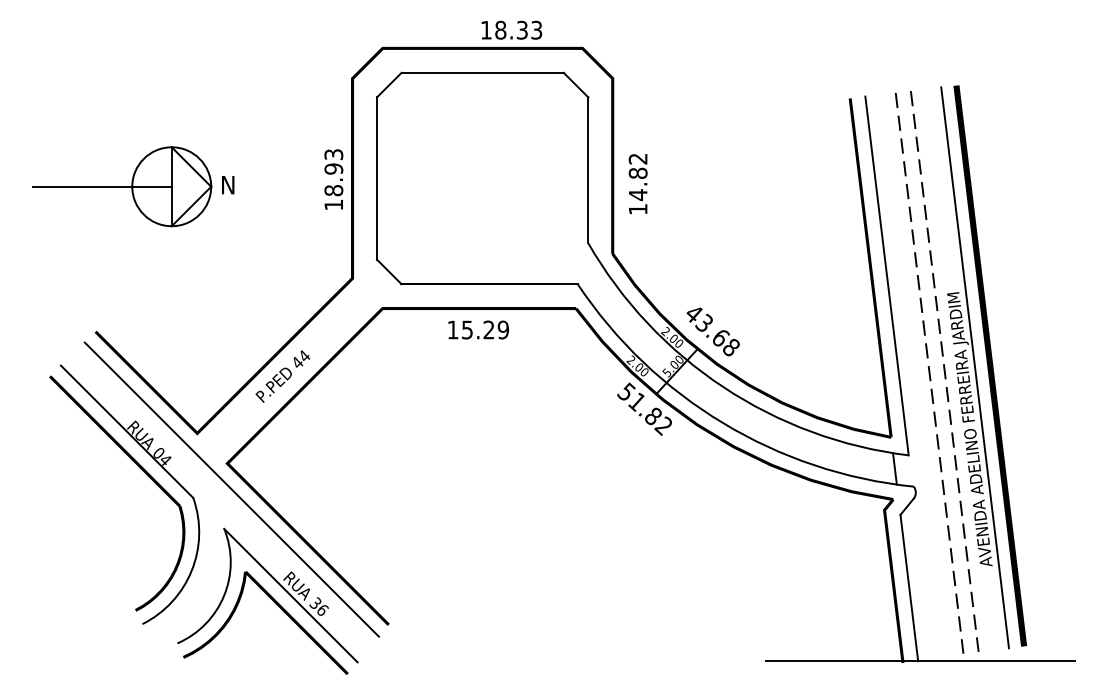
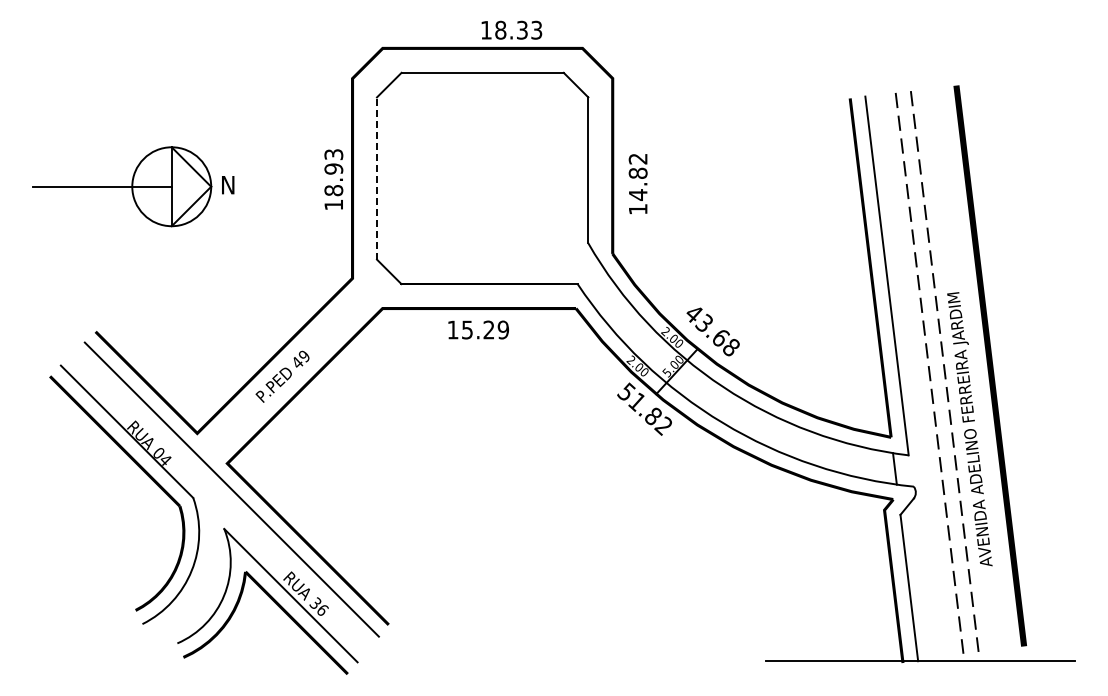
line at (376, 178): solid -> dashed
text at (303, 356): 44 -> 49
line at (974, 367): present -> none
